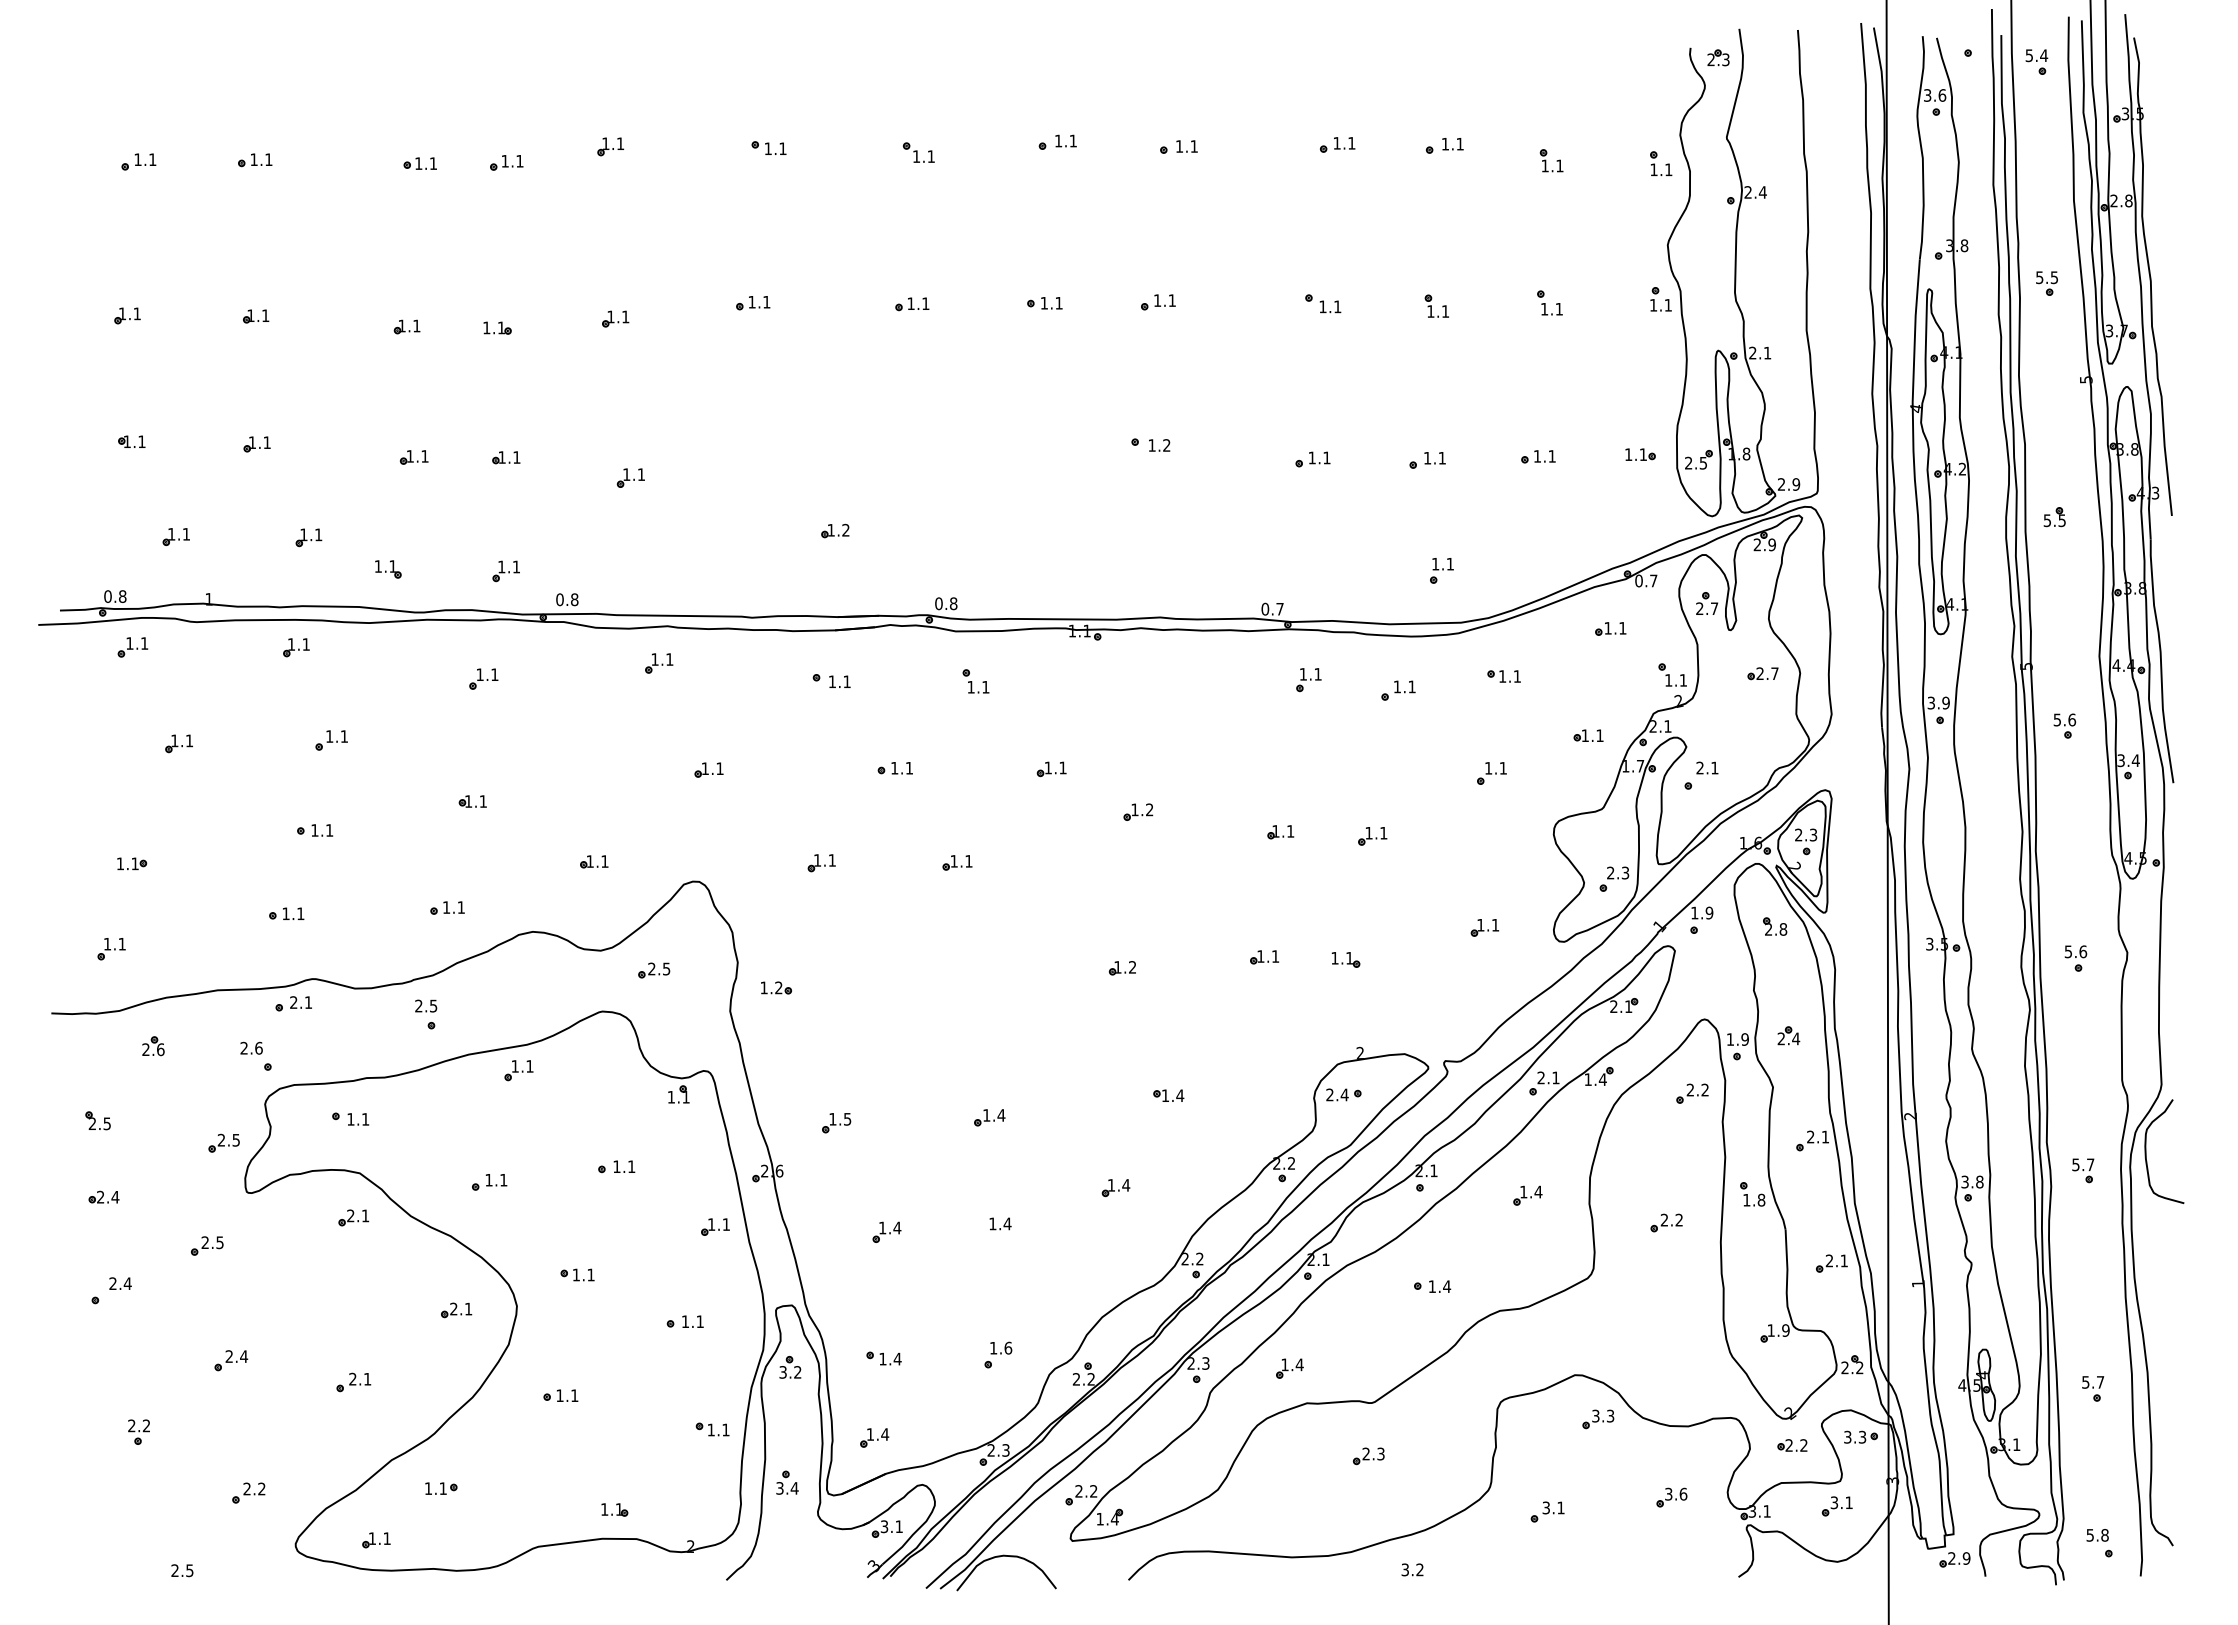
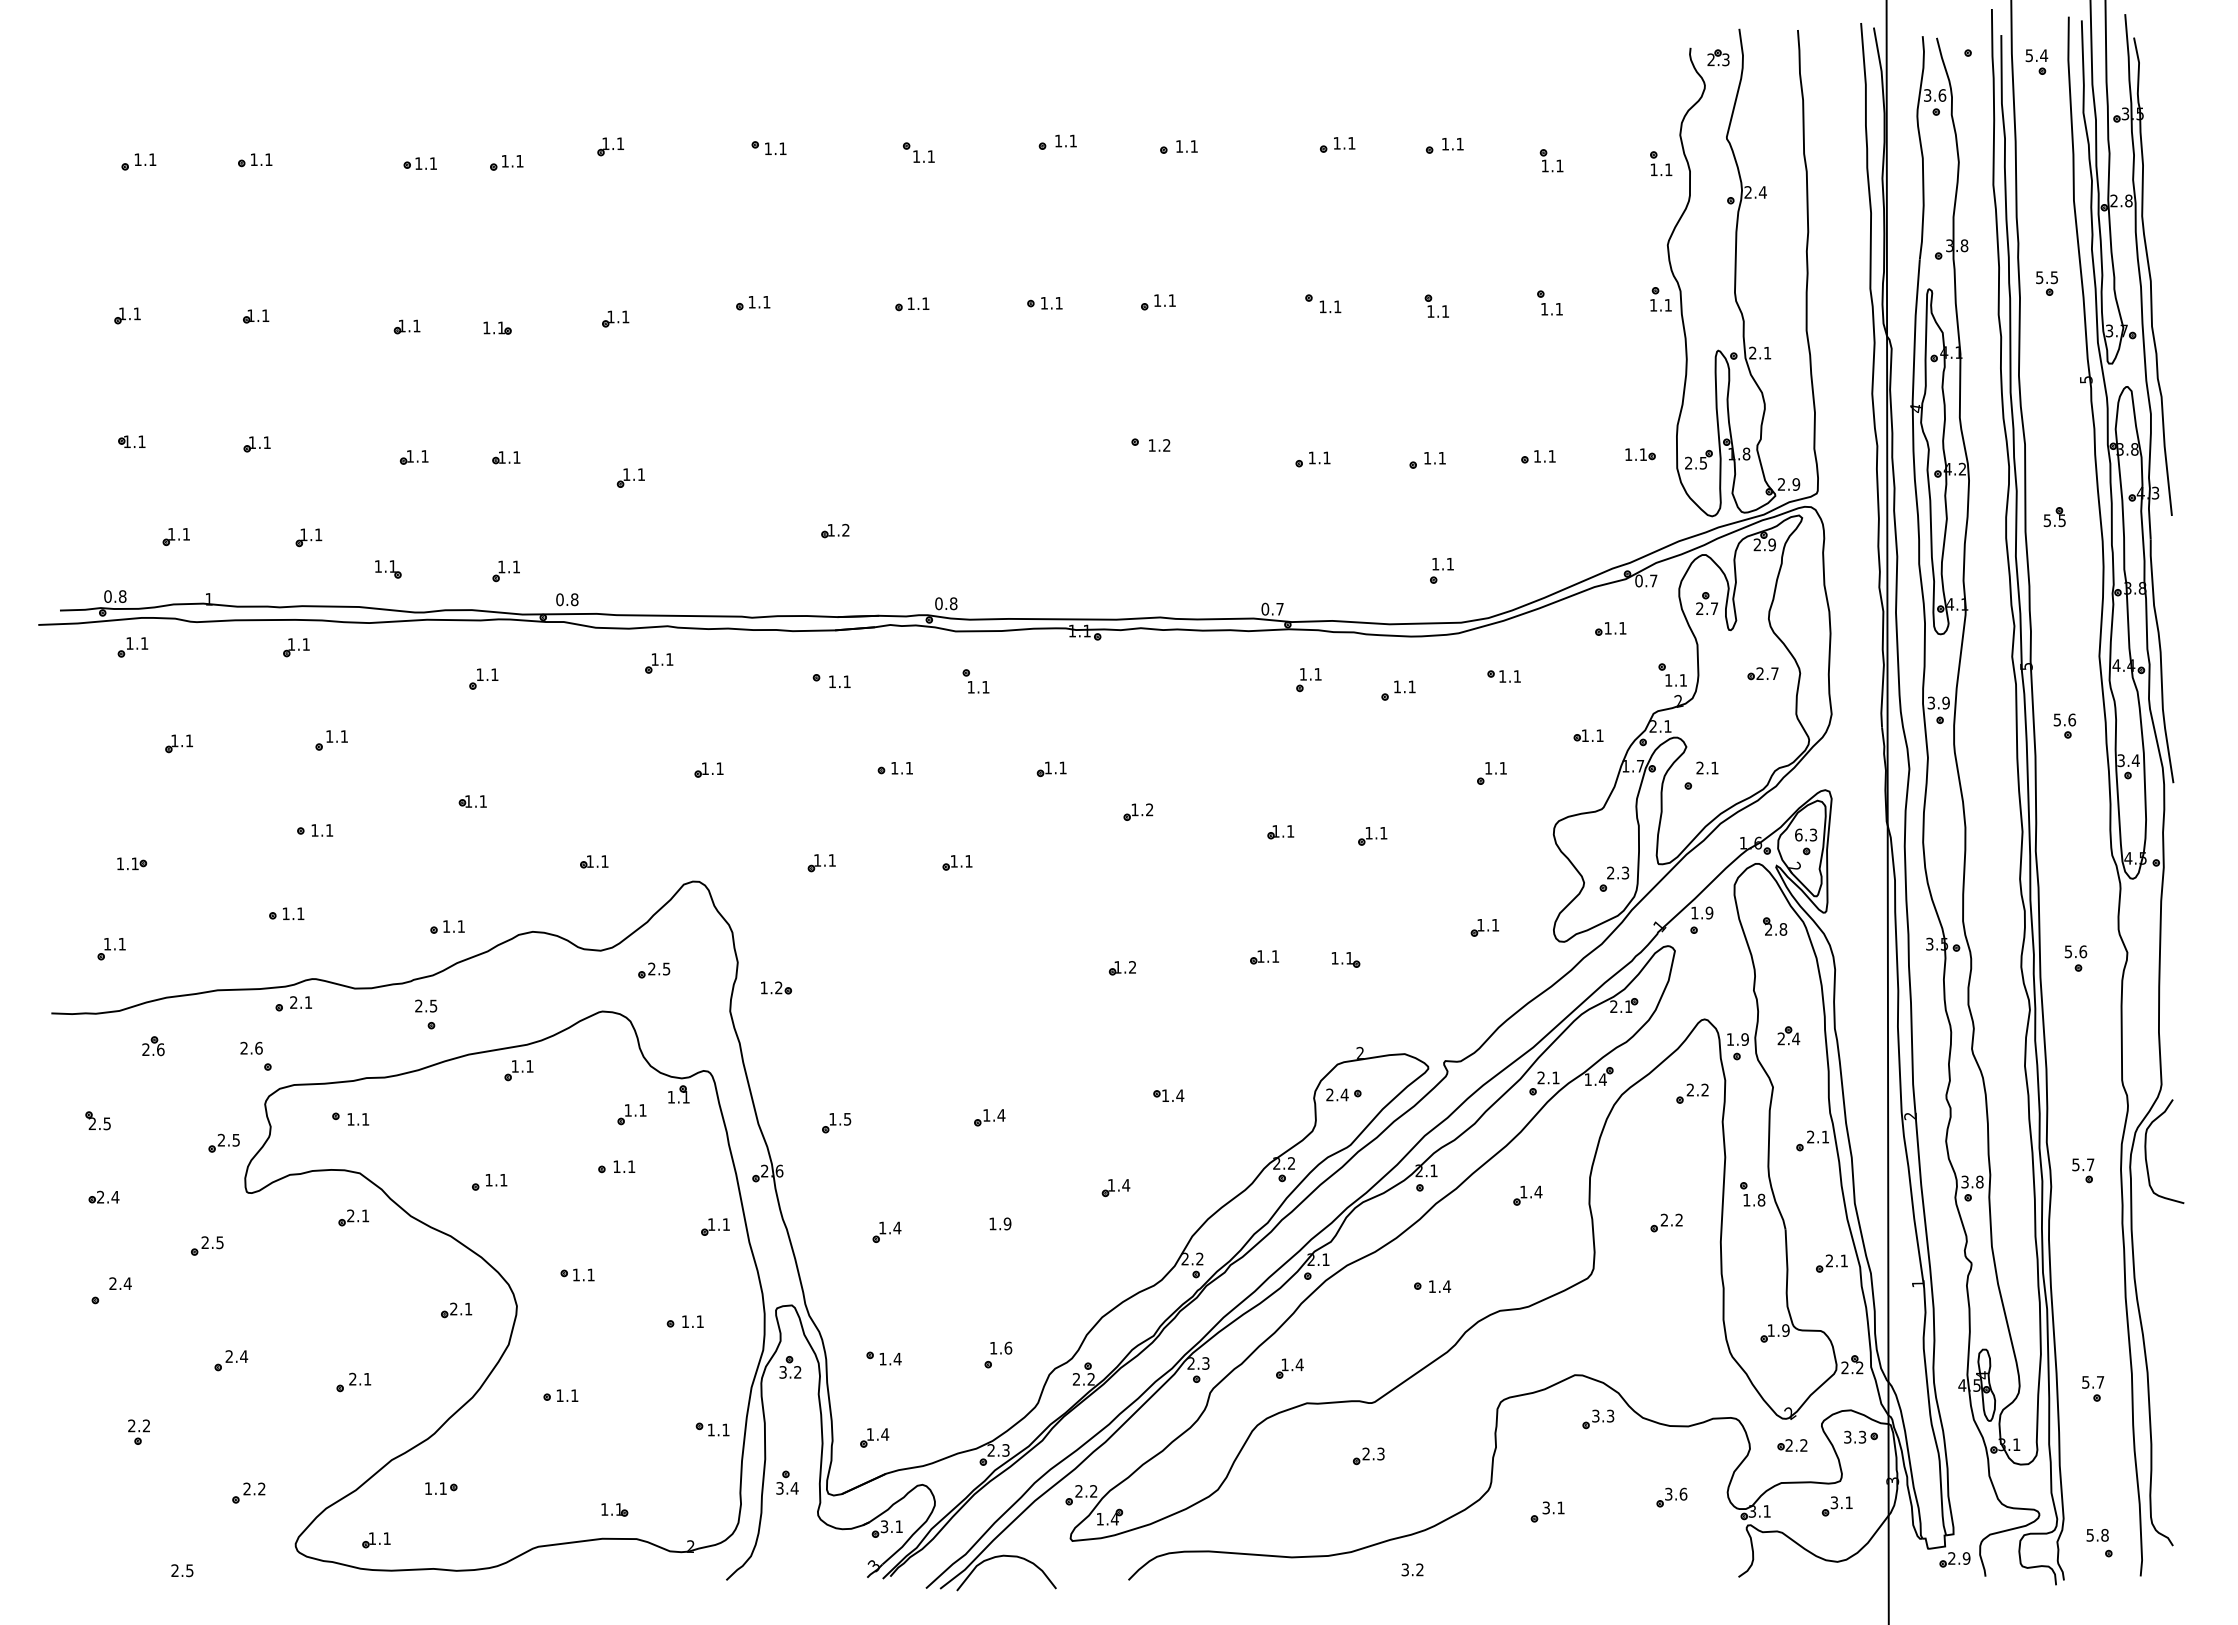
text at (1798, 834): 2.3 -> 6.3
part at (447, 907) position: (447, 907) -> (447, 926)
part at (631, 1114): none -> present
text at (1007, 1223): 1.4 -> 1.9
